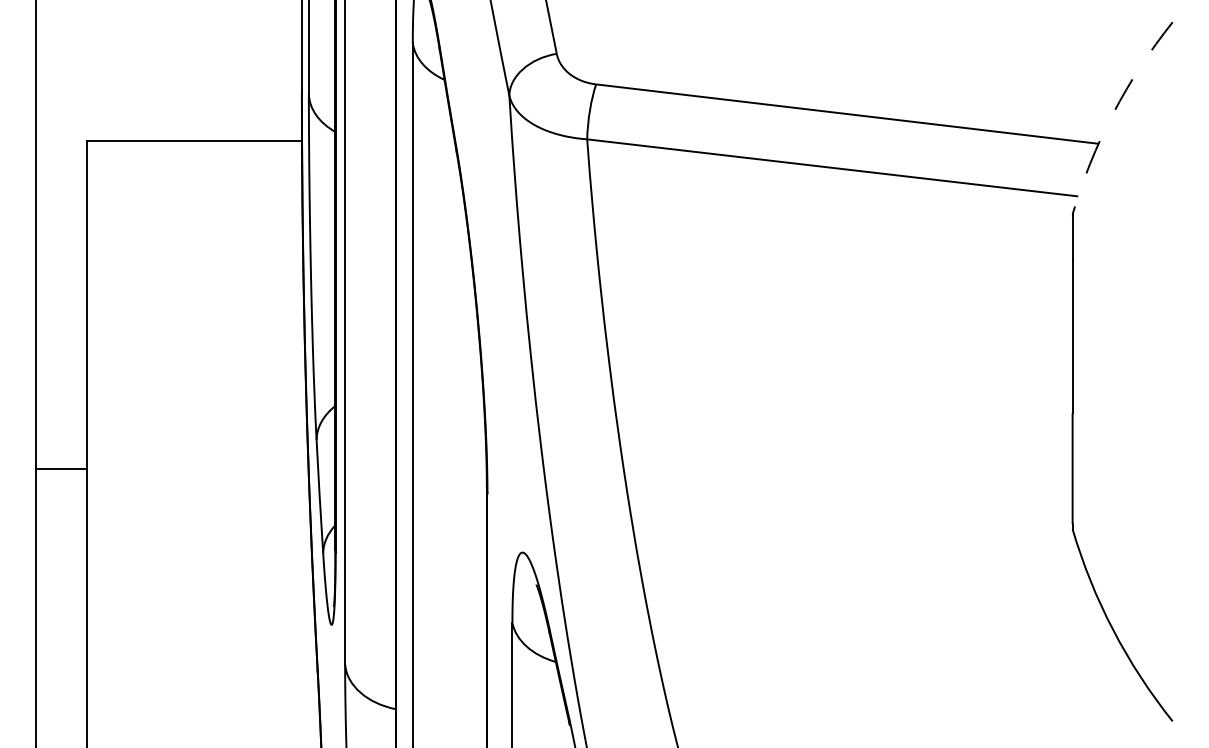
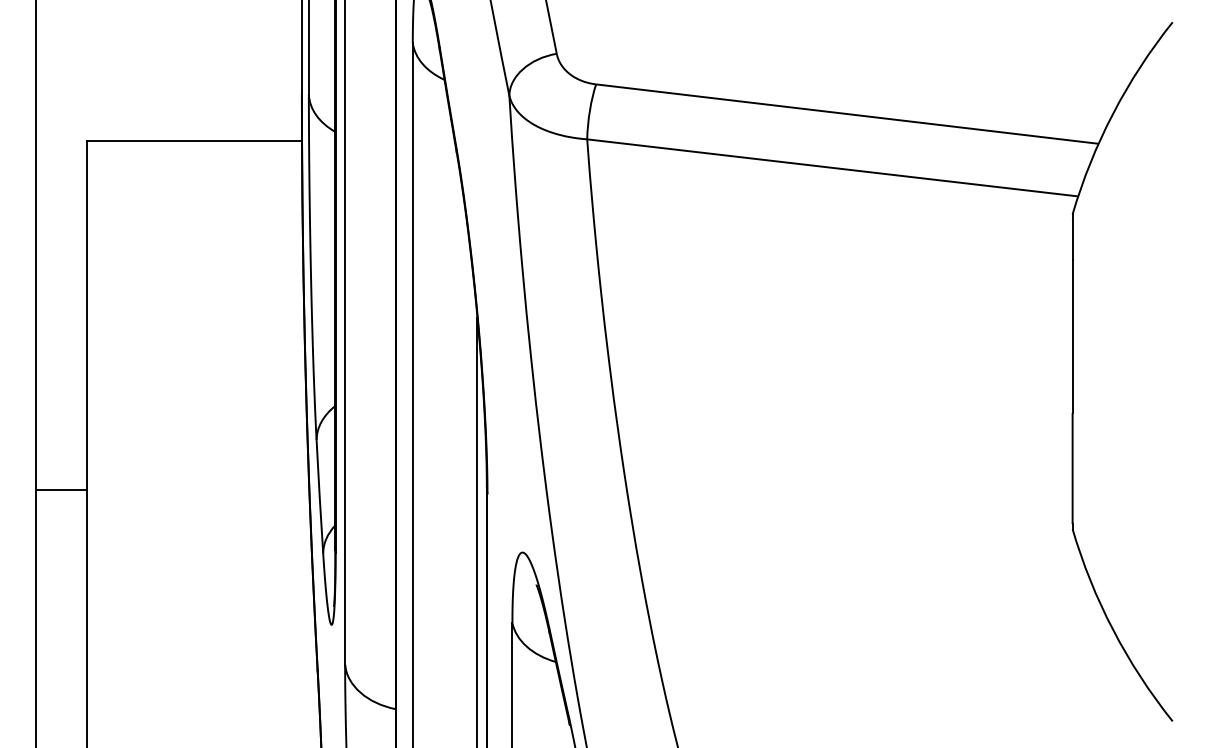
arc at (1113, 113): dashed -> solid
line at (61, 469) position: (61, 469) -> (61, 490)
line at (477, 530): none -> present
